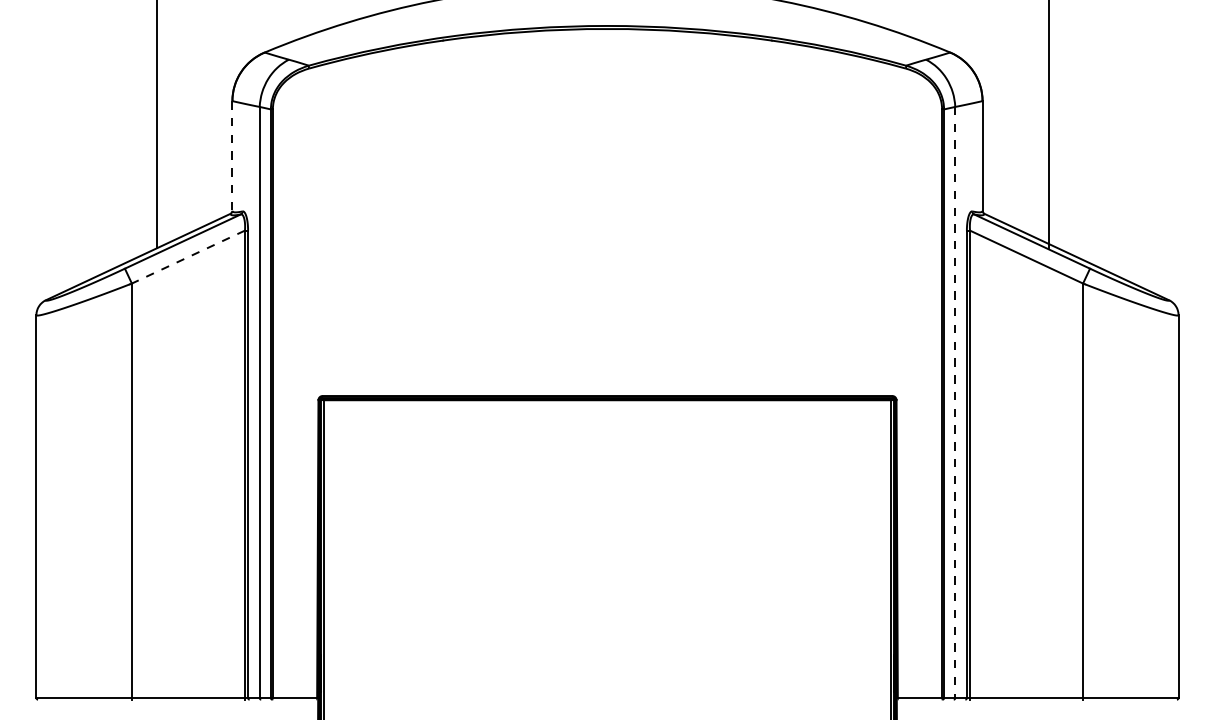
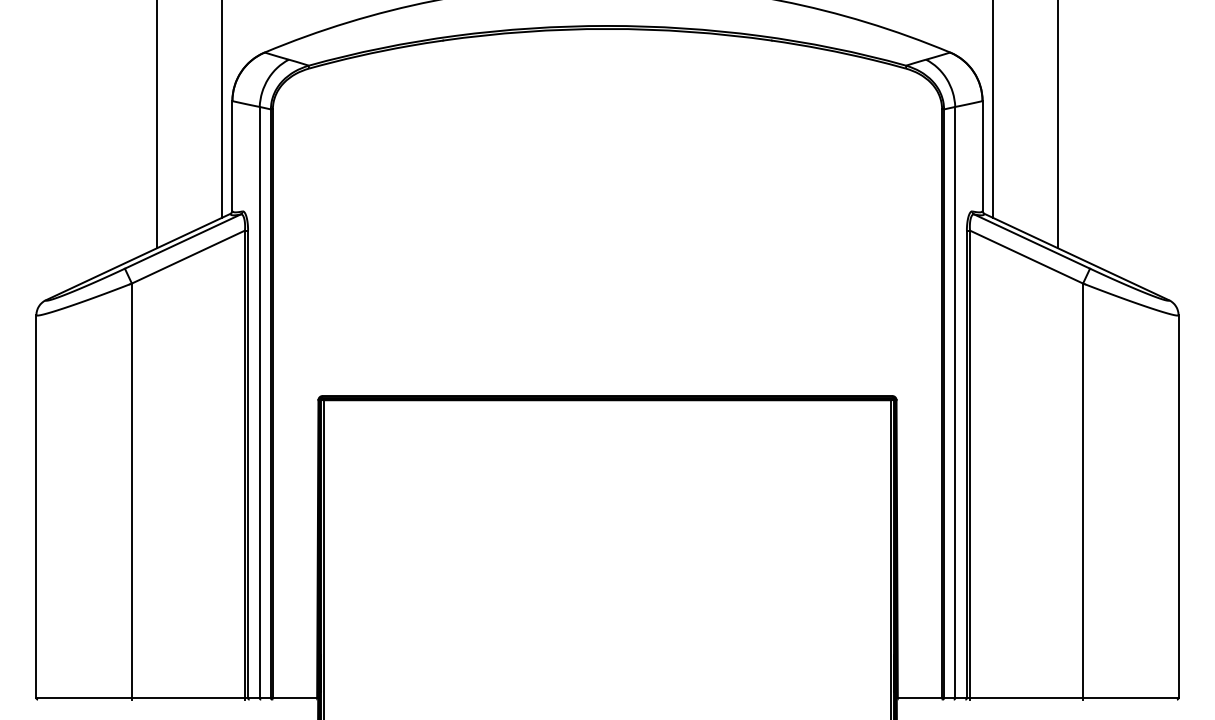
line at (222, 109): none -> present
line at (992, 109): none -> present
line at (1049, 125) position: (1049, 125) -> (1058, 125)
line at (232, 155): dashed -> solid
line at (187, 257): dashed -> solid
line at (955, 402): dashed -> solid
